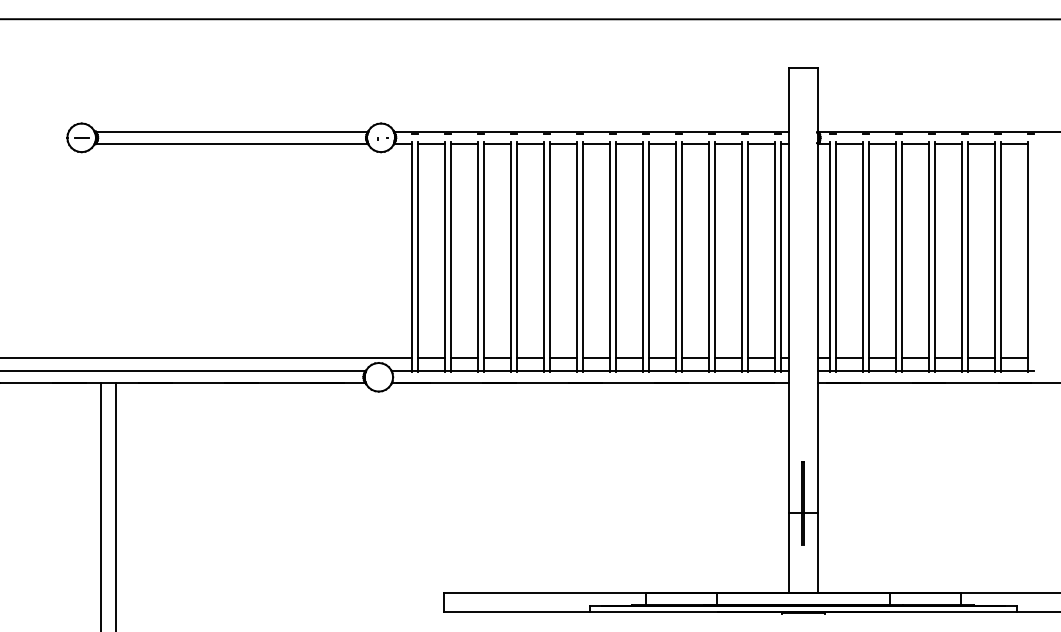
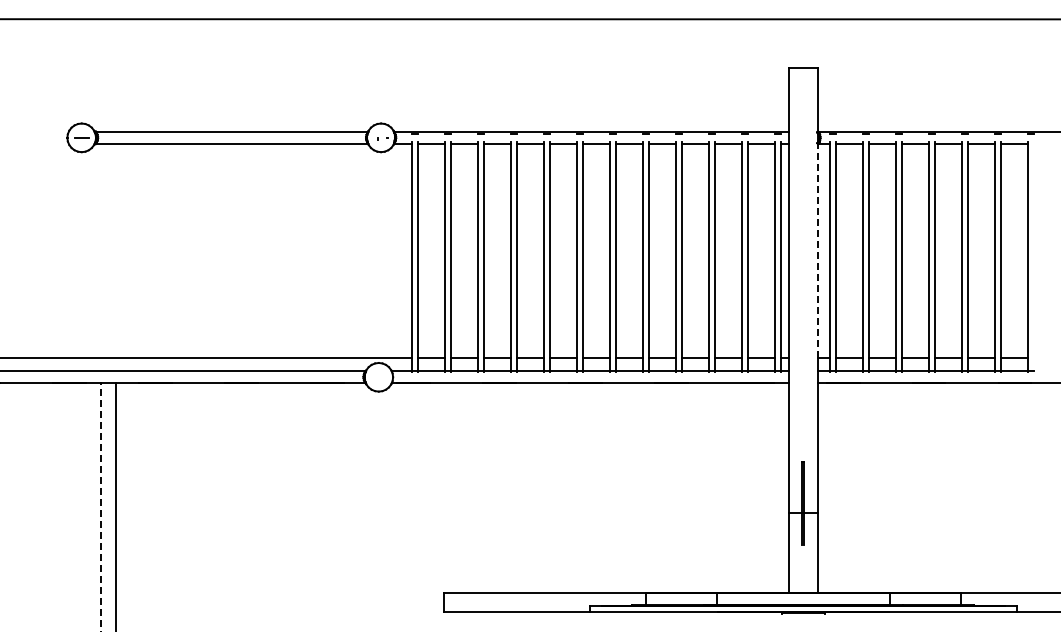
line at (817, 250): solid -> dashed
line at (100, 507): solid -> dashed
